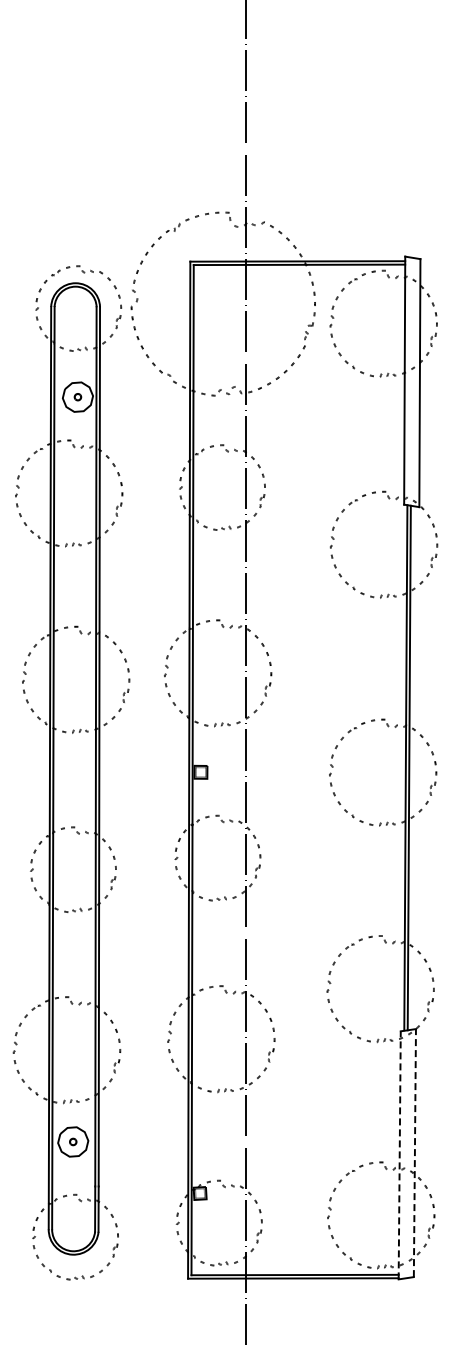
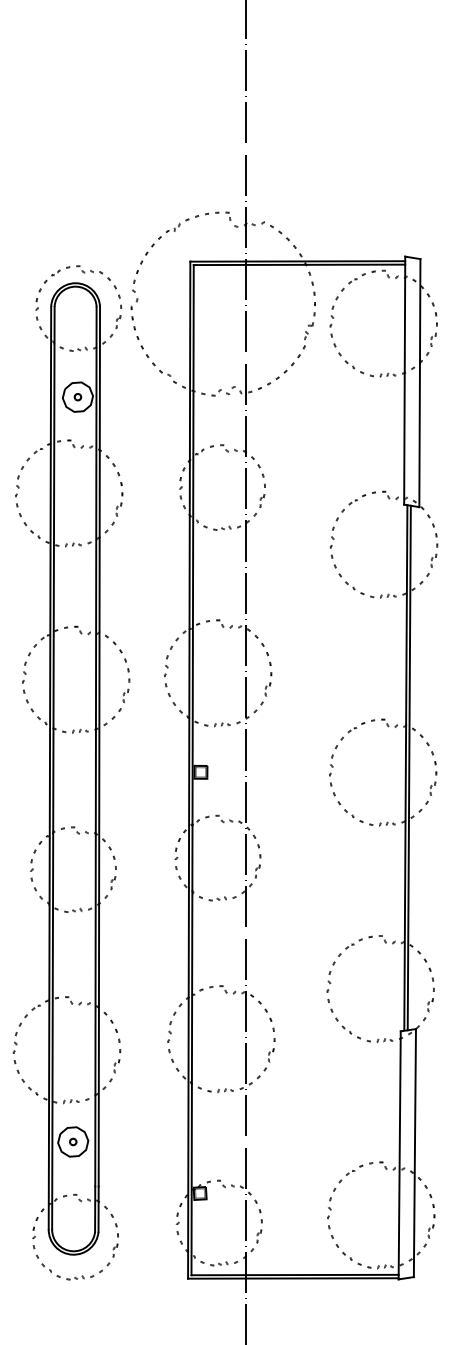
line at (414, 1152): dashed -> solid
line at (399, 1154): dashed -> solid
